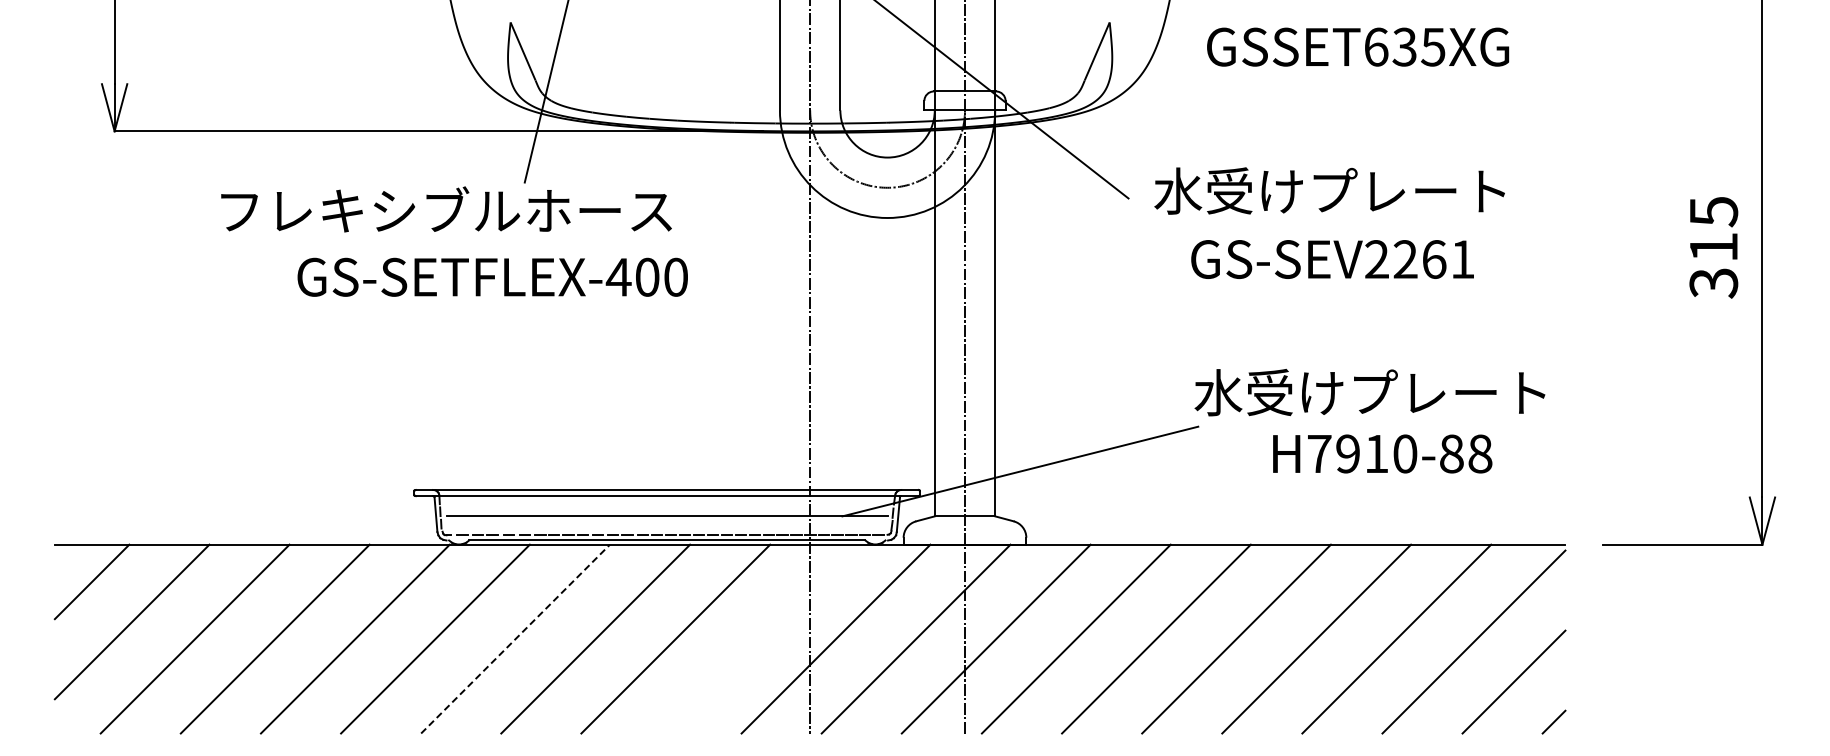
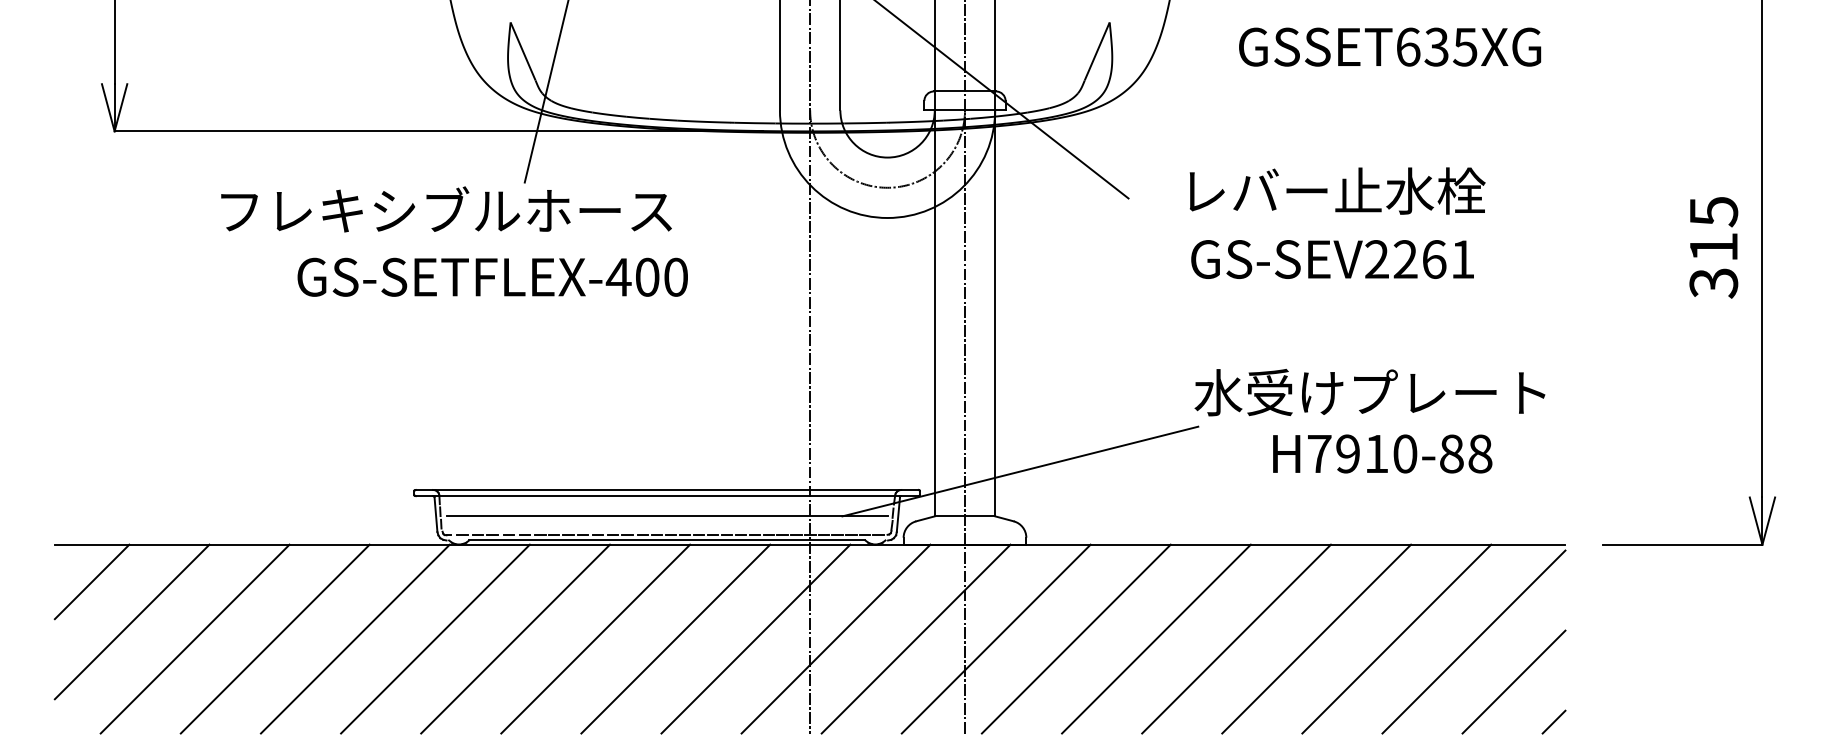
text at (1358, 46) position: (1358, 46) -> (1390, 46)
text at (1329, 190): 水受けプレート -> レバー止水栓
line at (755, 638): none -> present
line at (515, 639): dashed -> solid
